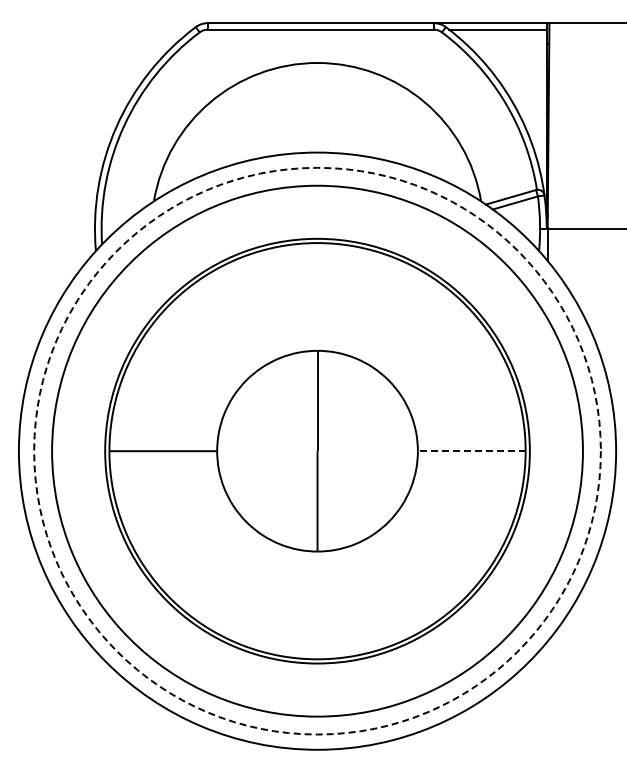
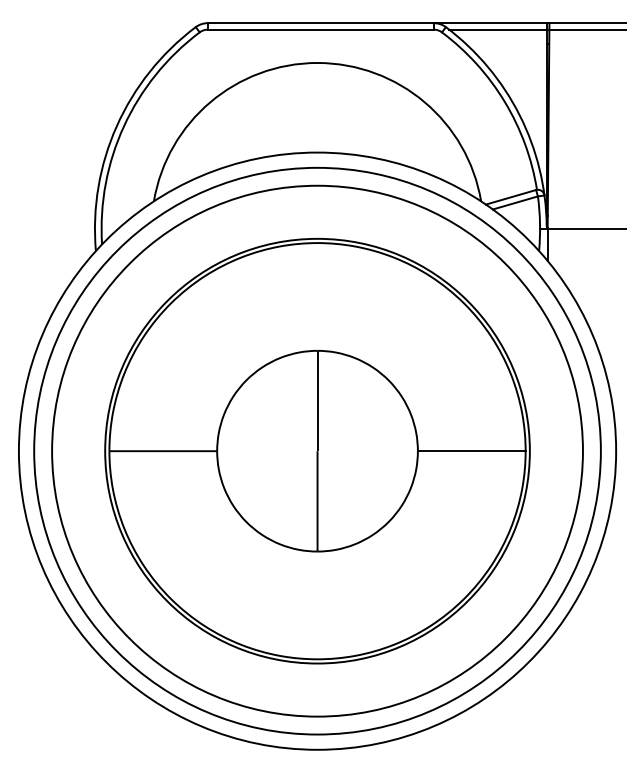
line at (586, 29): none -> present
circle at (317, 450): dashed -> solid
line at (471, 451): dashed -> solid
